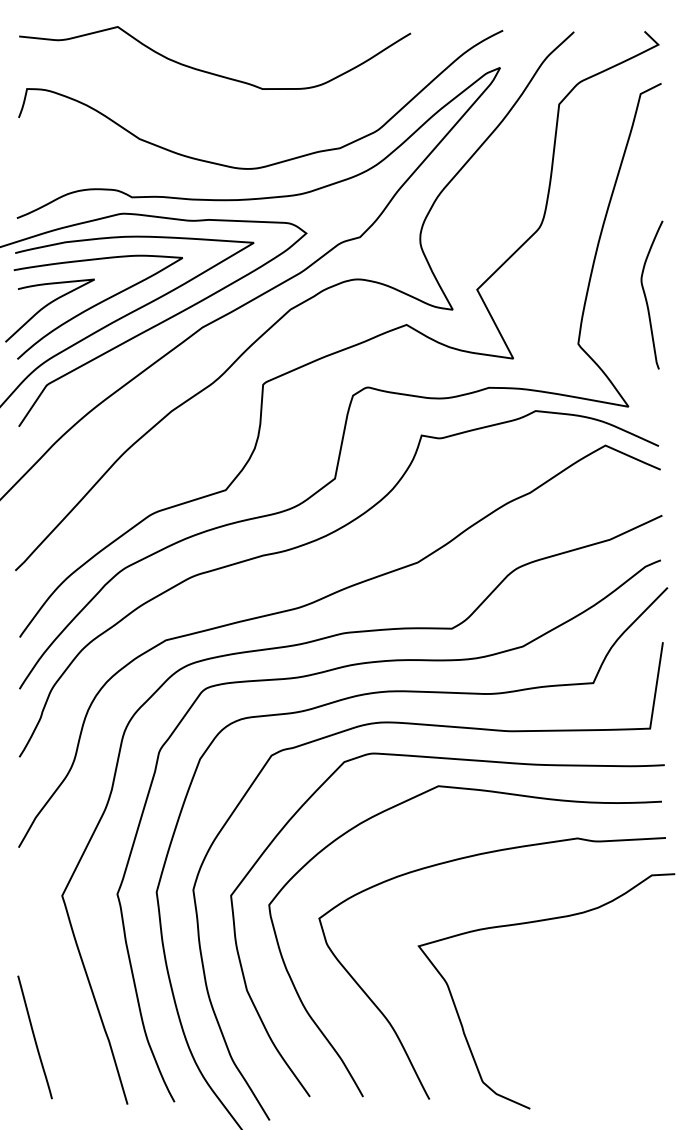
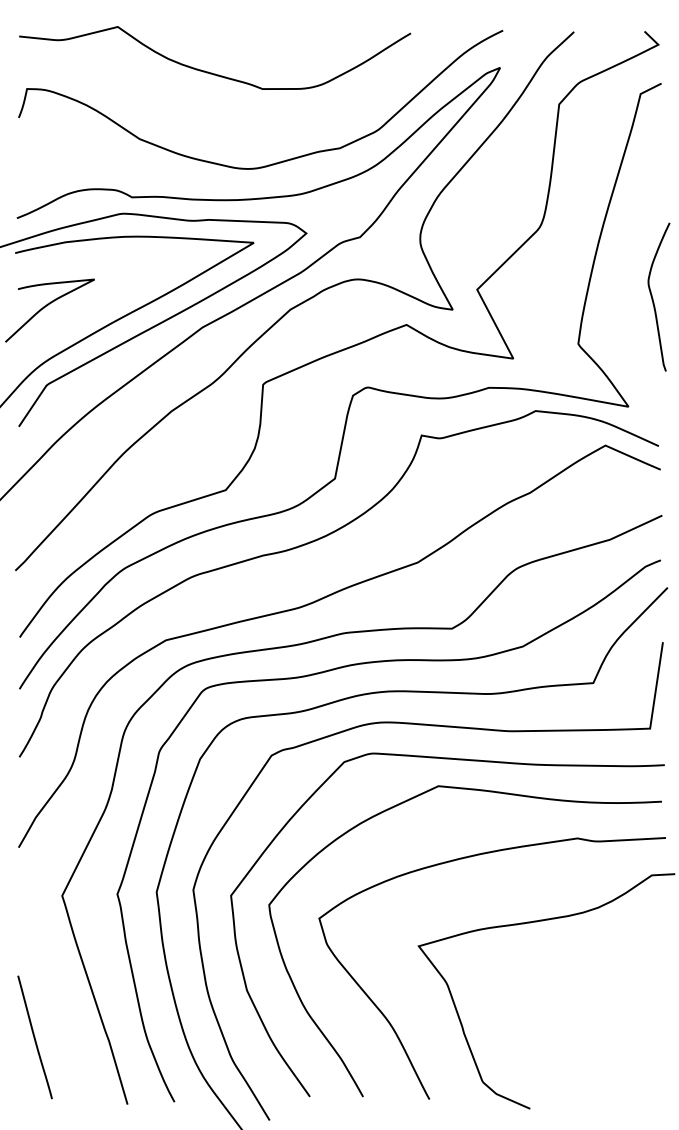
curve at (646, 296) position: (646, 296) -> (653, 298)
curve at (97, 305): present -> none
